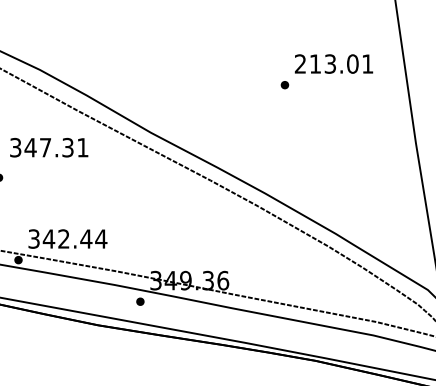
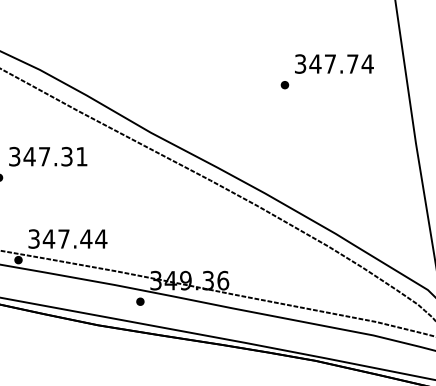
text at (334, 63): 213.01 -> 347.74
text at (49, 147) position: (49, 147) -> (48, 156)
text at (63, 238): 342.44 -> 347.44
